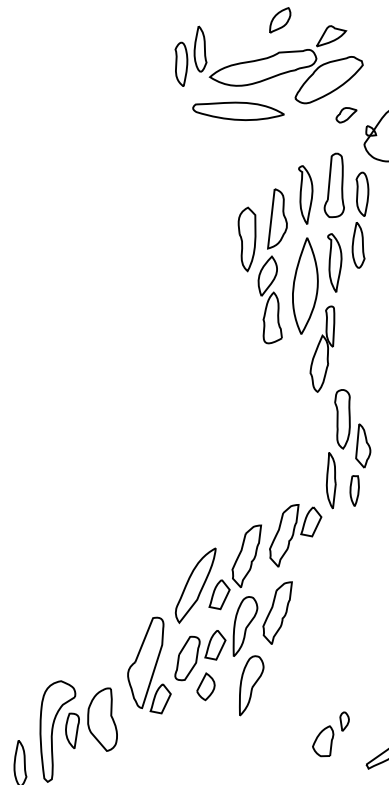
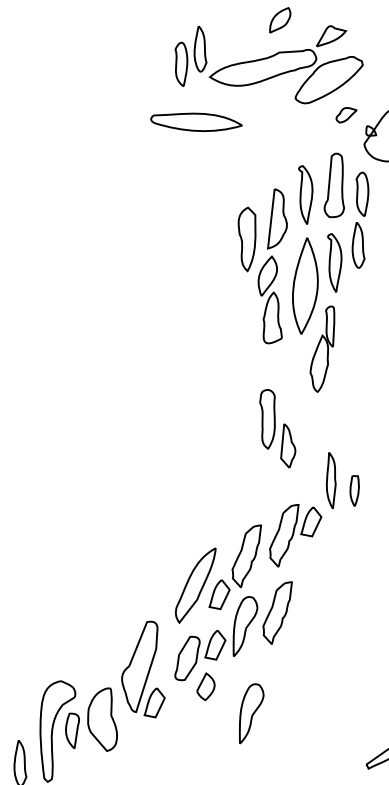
part at (238, 110) position: (238, 110) -> (196, 121)
part at (352, 428) position: (352, 428) -> (277, 428)
part at (149, 665) position: (149, 665) -> (143, 669)
part at (251, 685) position: (251, 685) -> (251, 713)
part at (330, 734): present -> none
